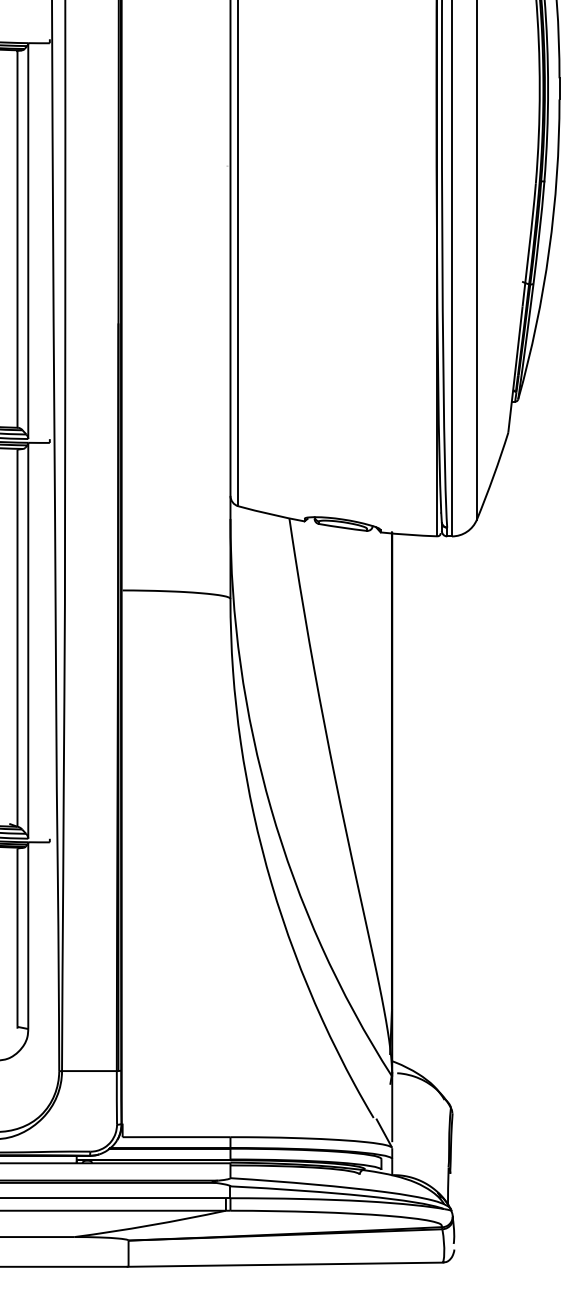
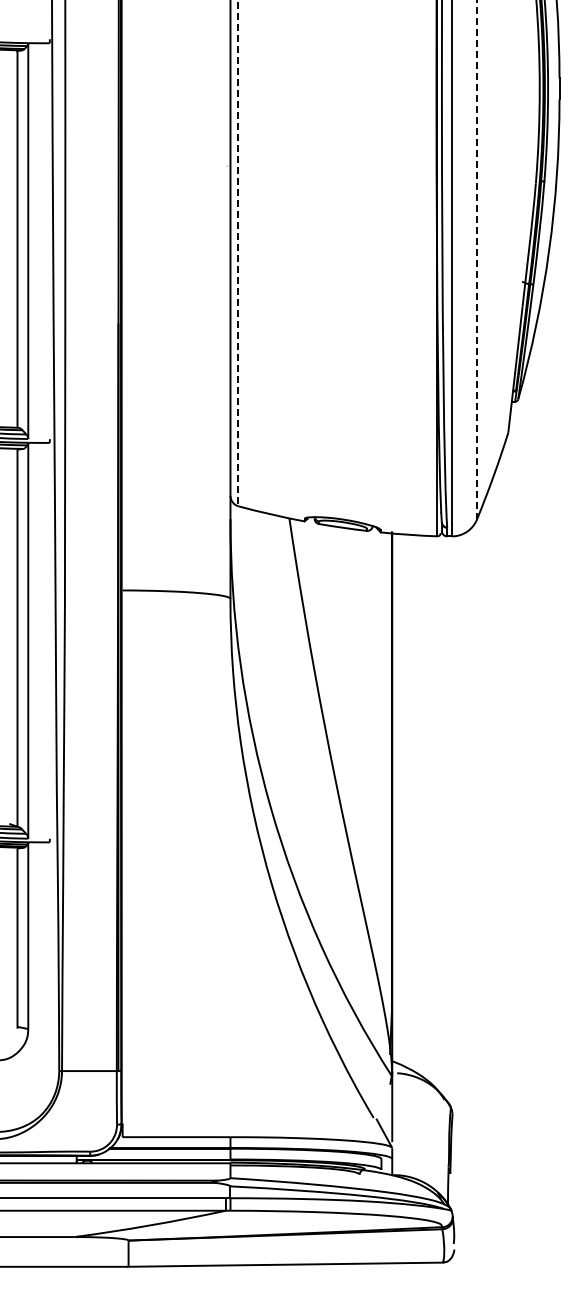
line at (238, 253): solid -> dashed
line at (476, 259): solid -> dashed
